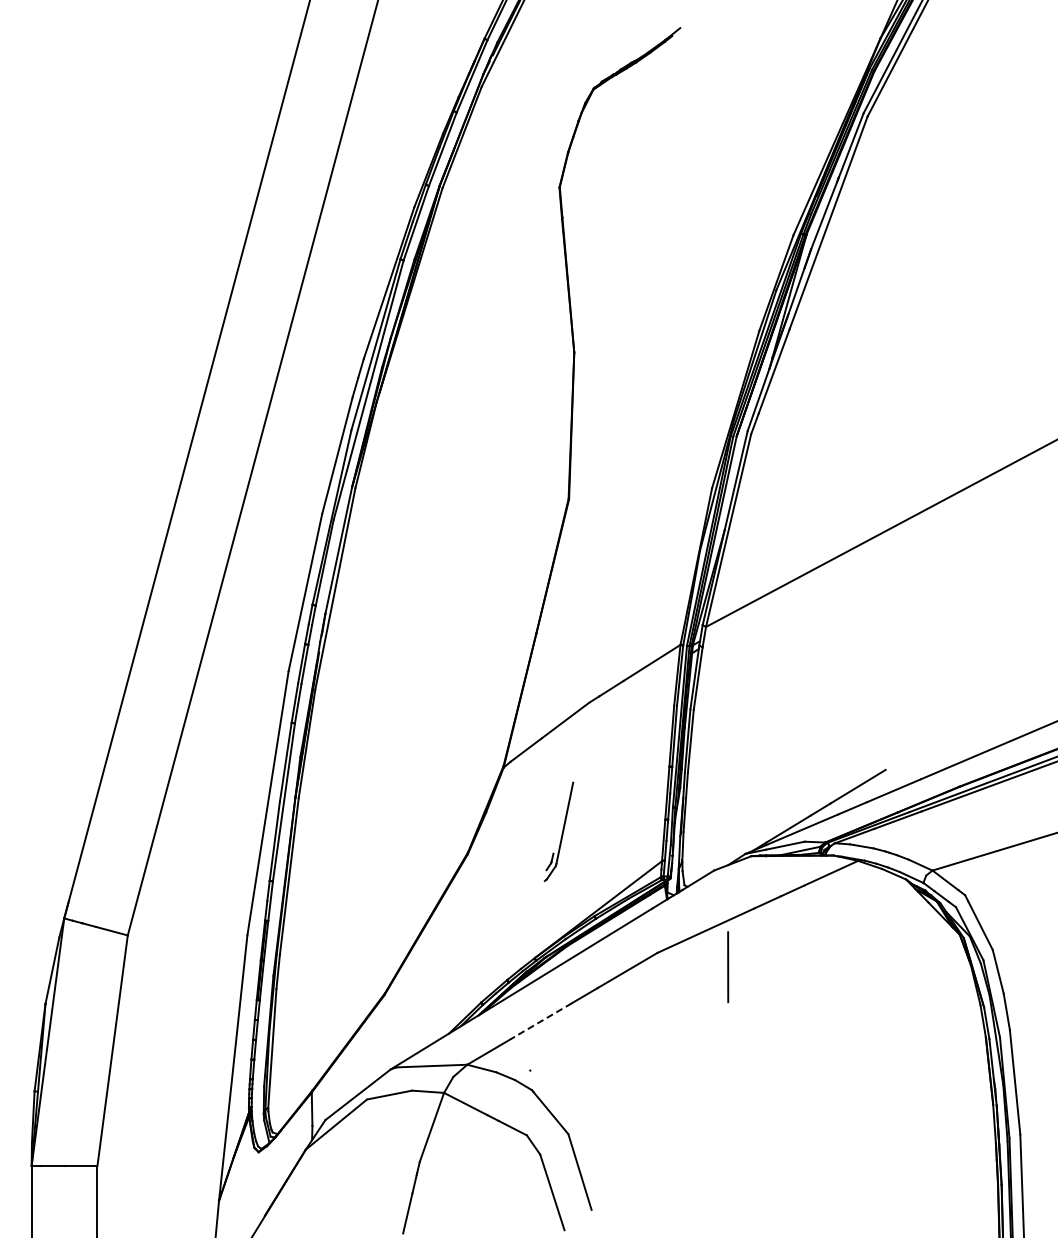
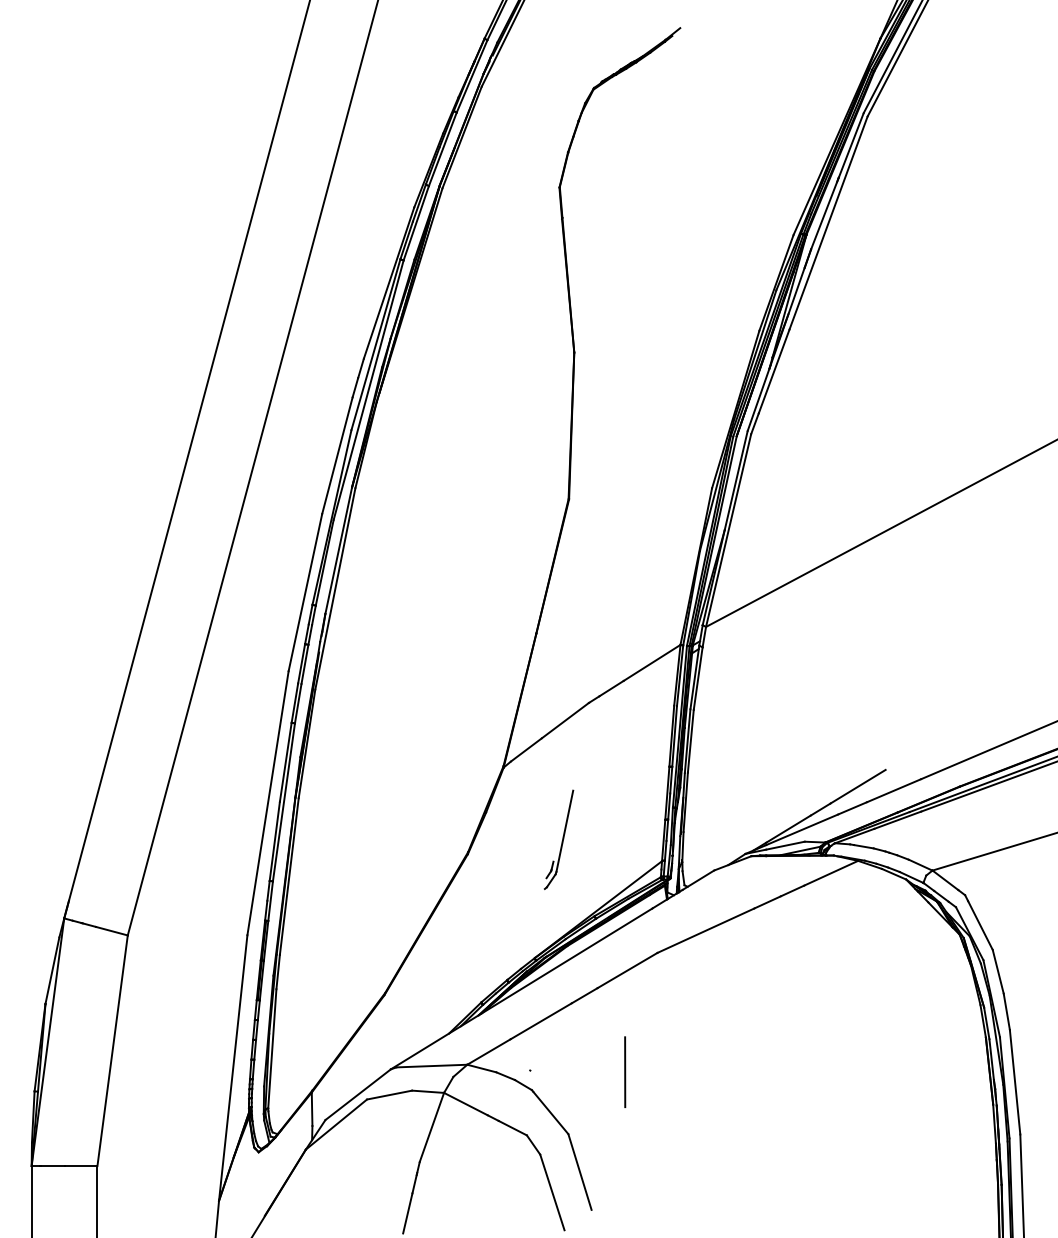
part at (558, 831) position: (558, 831) -> (558, 839)
line at (728, 966) position: (728, 966) -> (625, 1071)
line at (541, 1021): dashed -> solid
